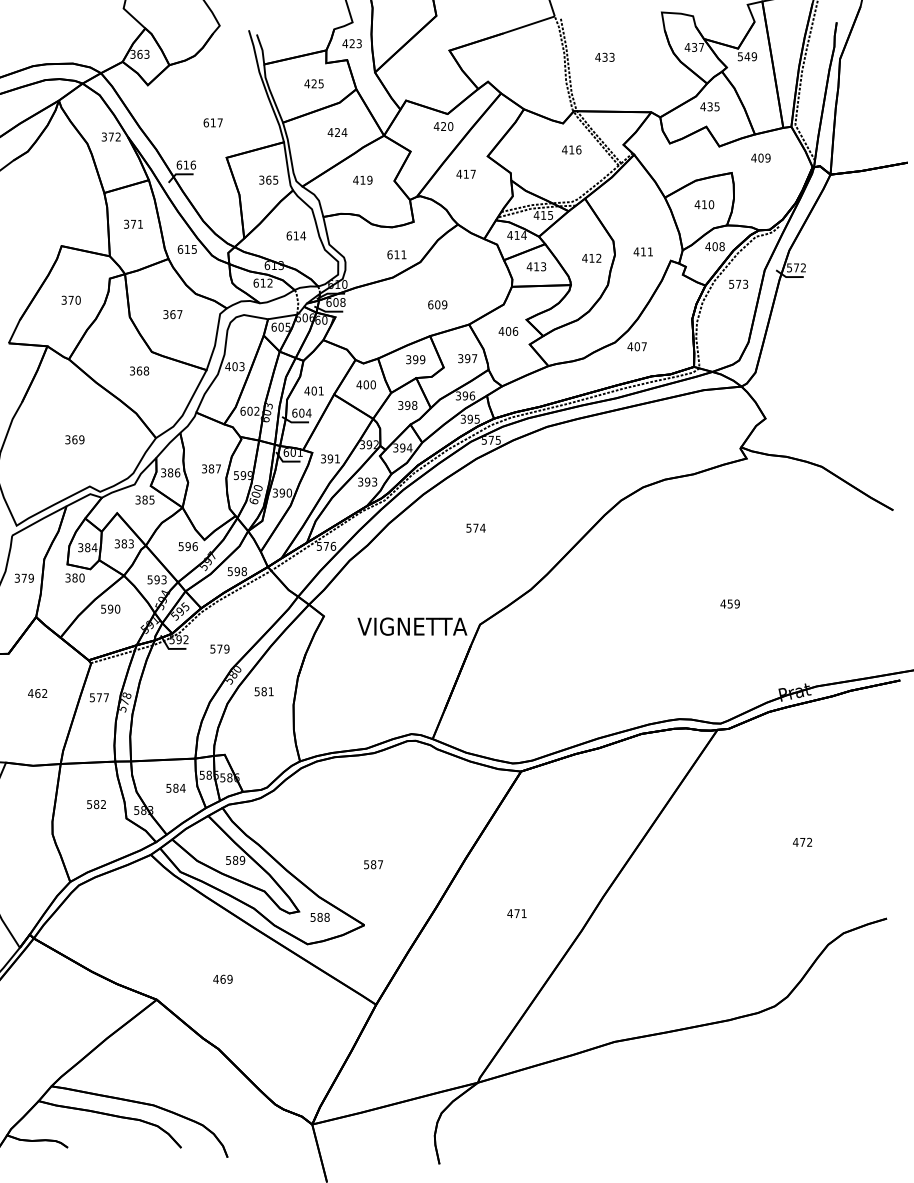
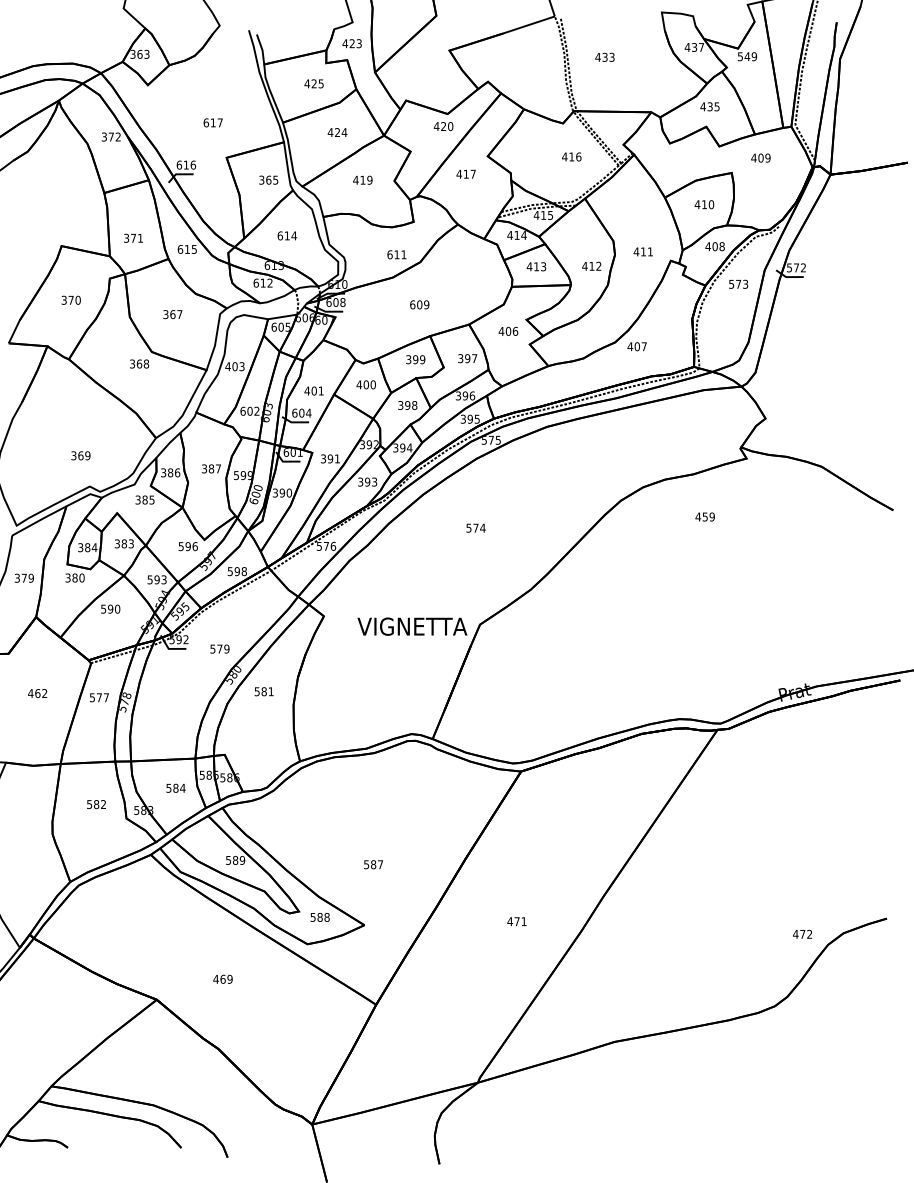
text at (571, 149) position: (571, 149) -> (571, 156)
text at (133, 223) position: (133, 223) -> (133, 237)
text at (295, 235) position: (295, 235) -> (286, 235)
text at (591, 257) position: (591, 257) -> (591, 265)
text at (437, 304) position: (437, 304) -> (419, 304)
text at (139, 370) position: (139, 370) -> (139, 363)
text at (74, 439) position: (74, 439) -> (80, 455)
text at (729, 603) position: (729, 603) -> (704, 516)
text at (802, 841) position: (802, 841) -> (802, 933)
text at (516, 913) position: (516, 913) -> (516, 921)
